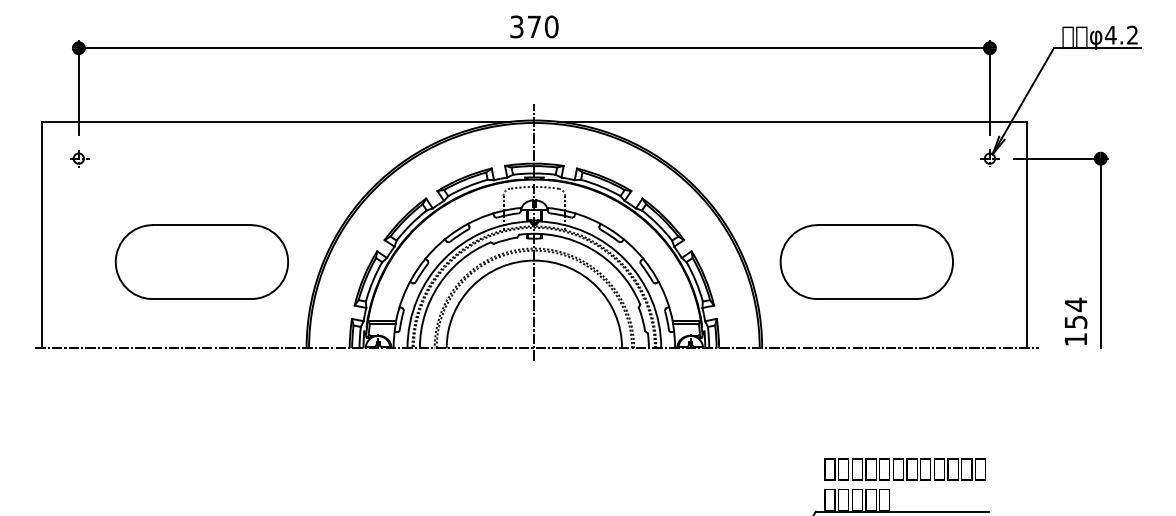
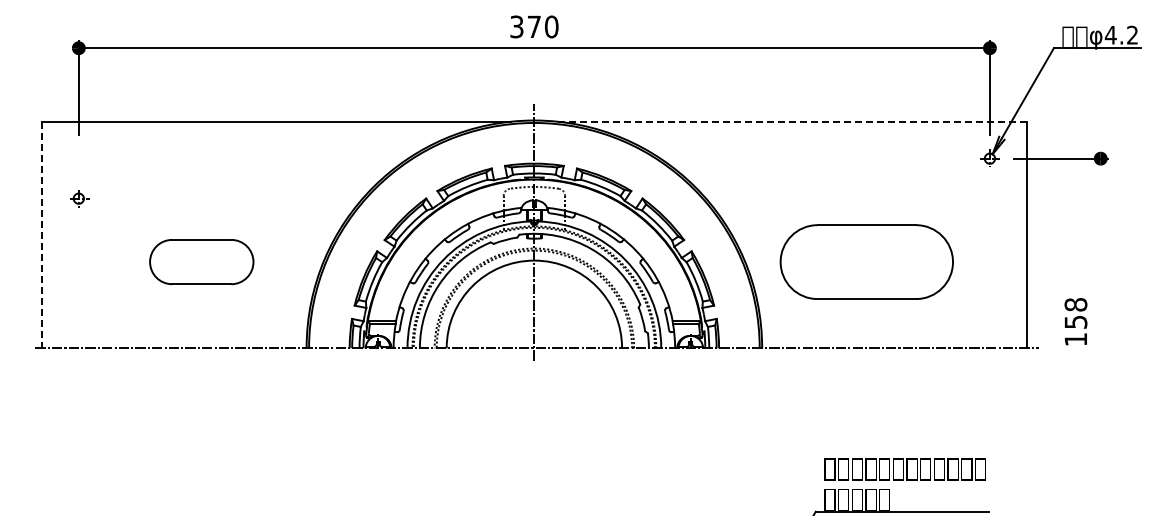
line at (792, 121): solid -> dashed
part at (79, 158) position: (79, 158) -> (79, 198)
line at (41, 235): solid -> dashed
line at (1100, 253): present -> none
part at (201, 261) size: 175x76 px -> 106x47 px
text at (1075, 304): 154 -> 158
